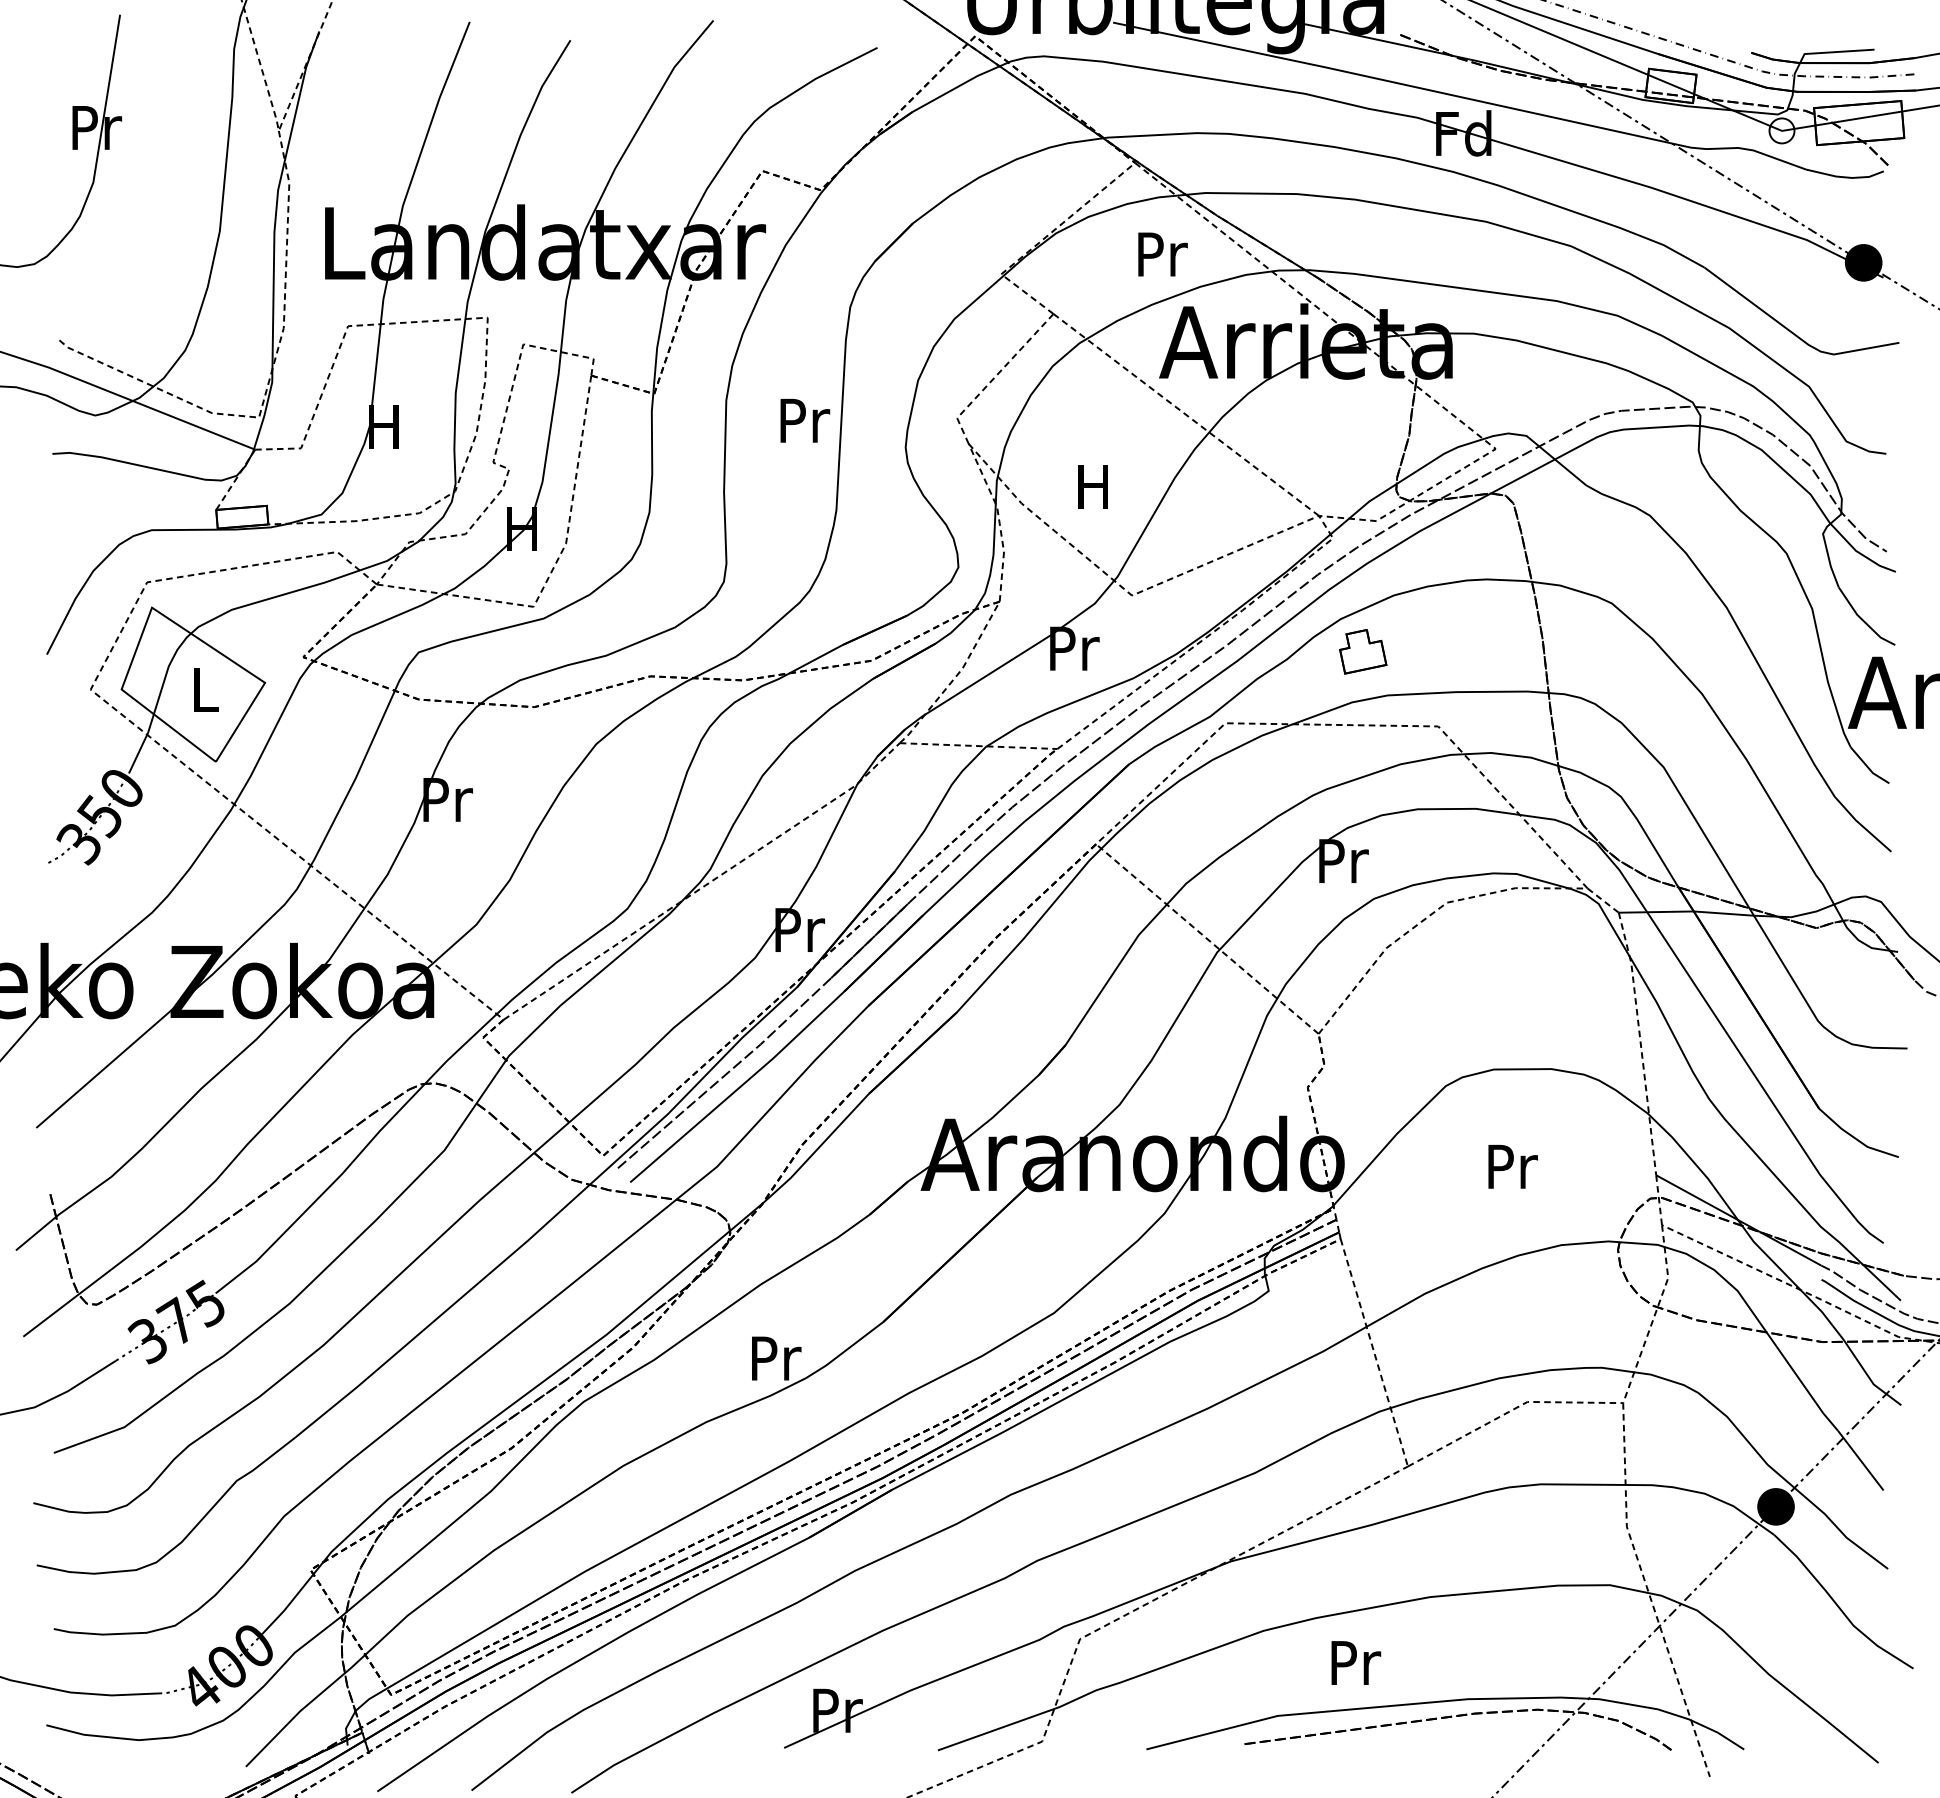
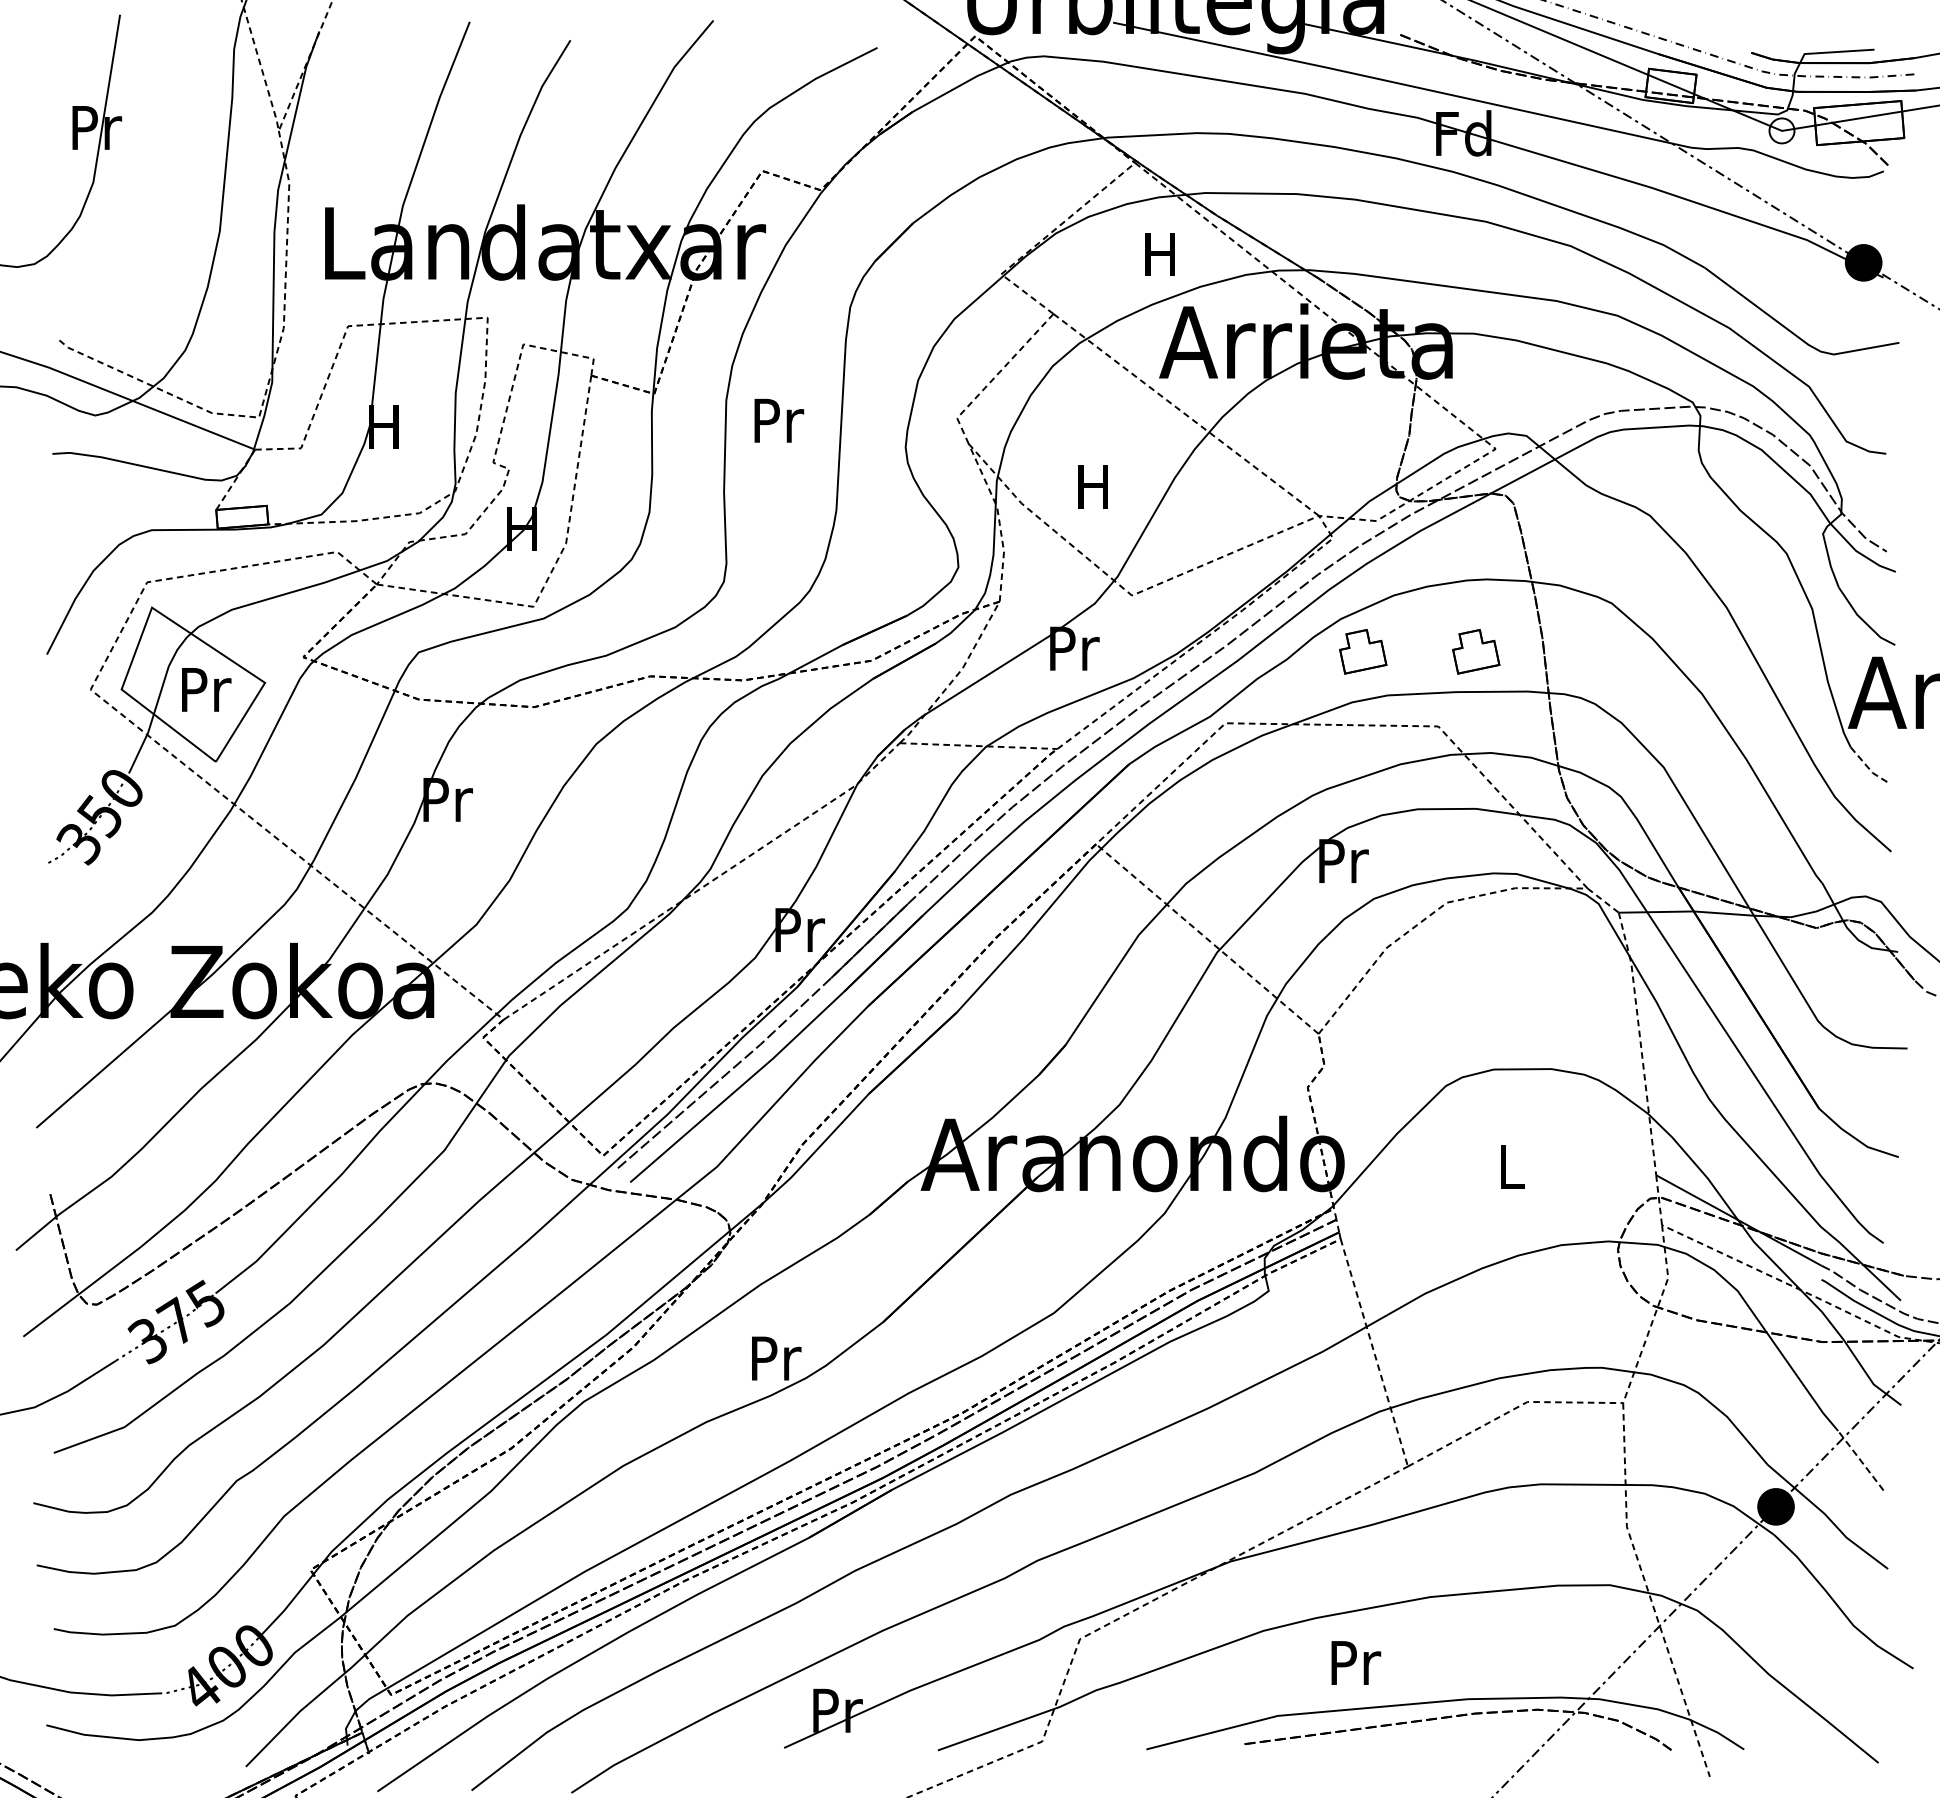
text at (1162, 254): Pr -> H
text at (805, 420) position: (805, 420) -> (779, 420)
part at (1476, 651): none -> present
text at (206, 689): L -> Pr
line at (1868, 767): solid -> dashed
text at (1512, 1166): Pr -> L
line at (1860, 1460): solid -> dashed
